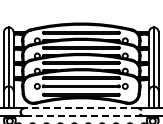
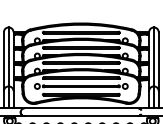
line at (81, 108): dashed -> solid
line at (81, 116): dashed -> solid
